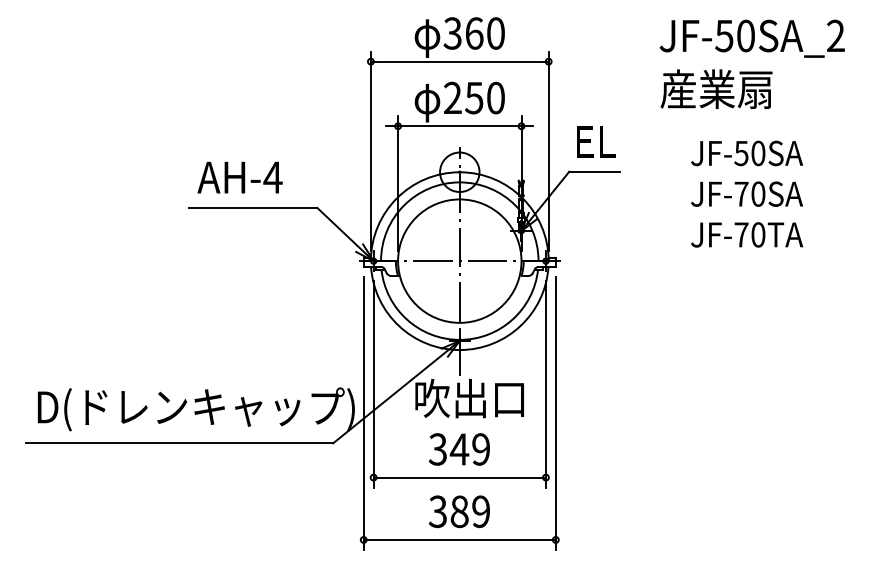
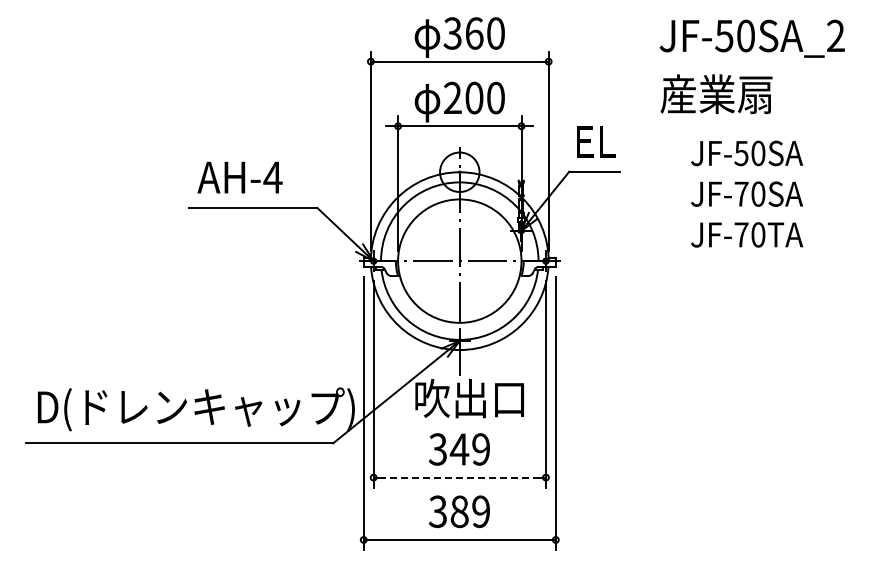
text at (716, 88) position: (716, 88) -> (716, 93)
text at (474, 97): 250 -> 200
line at (459, 477): solid -> dashed
